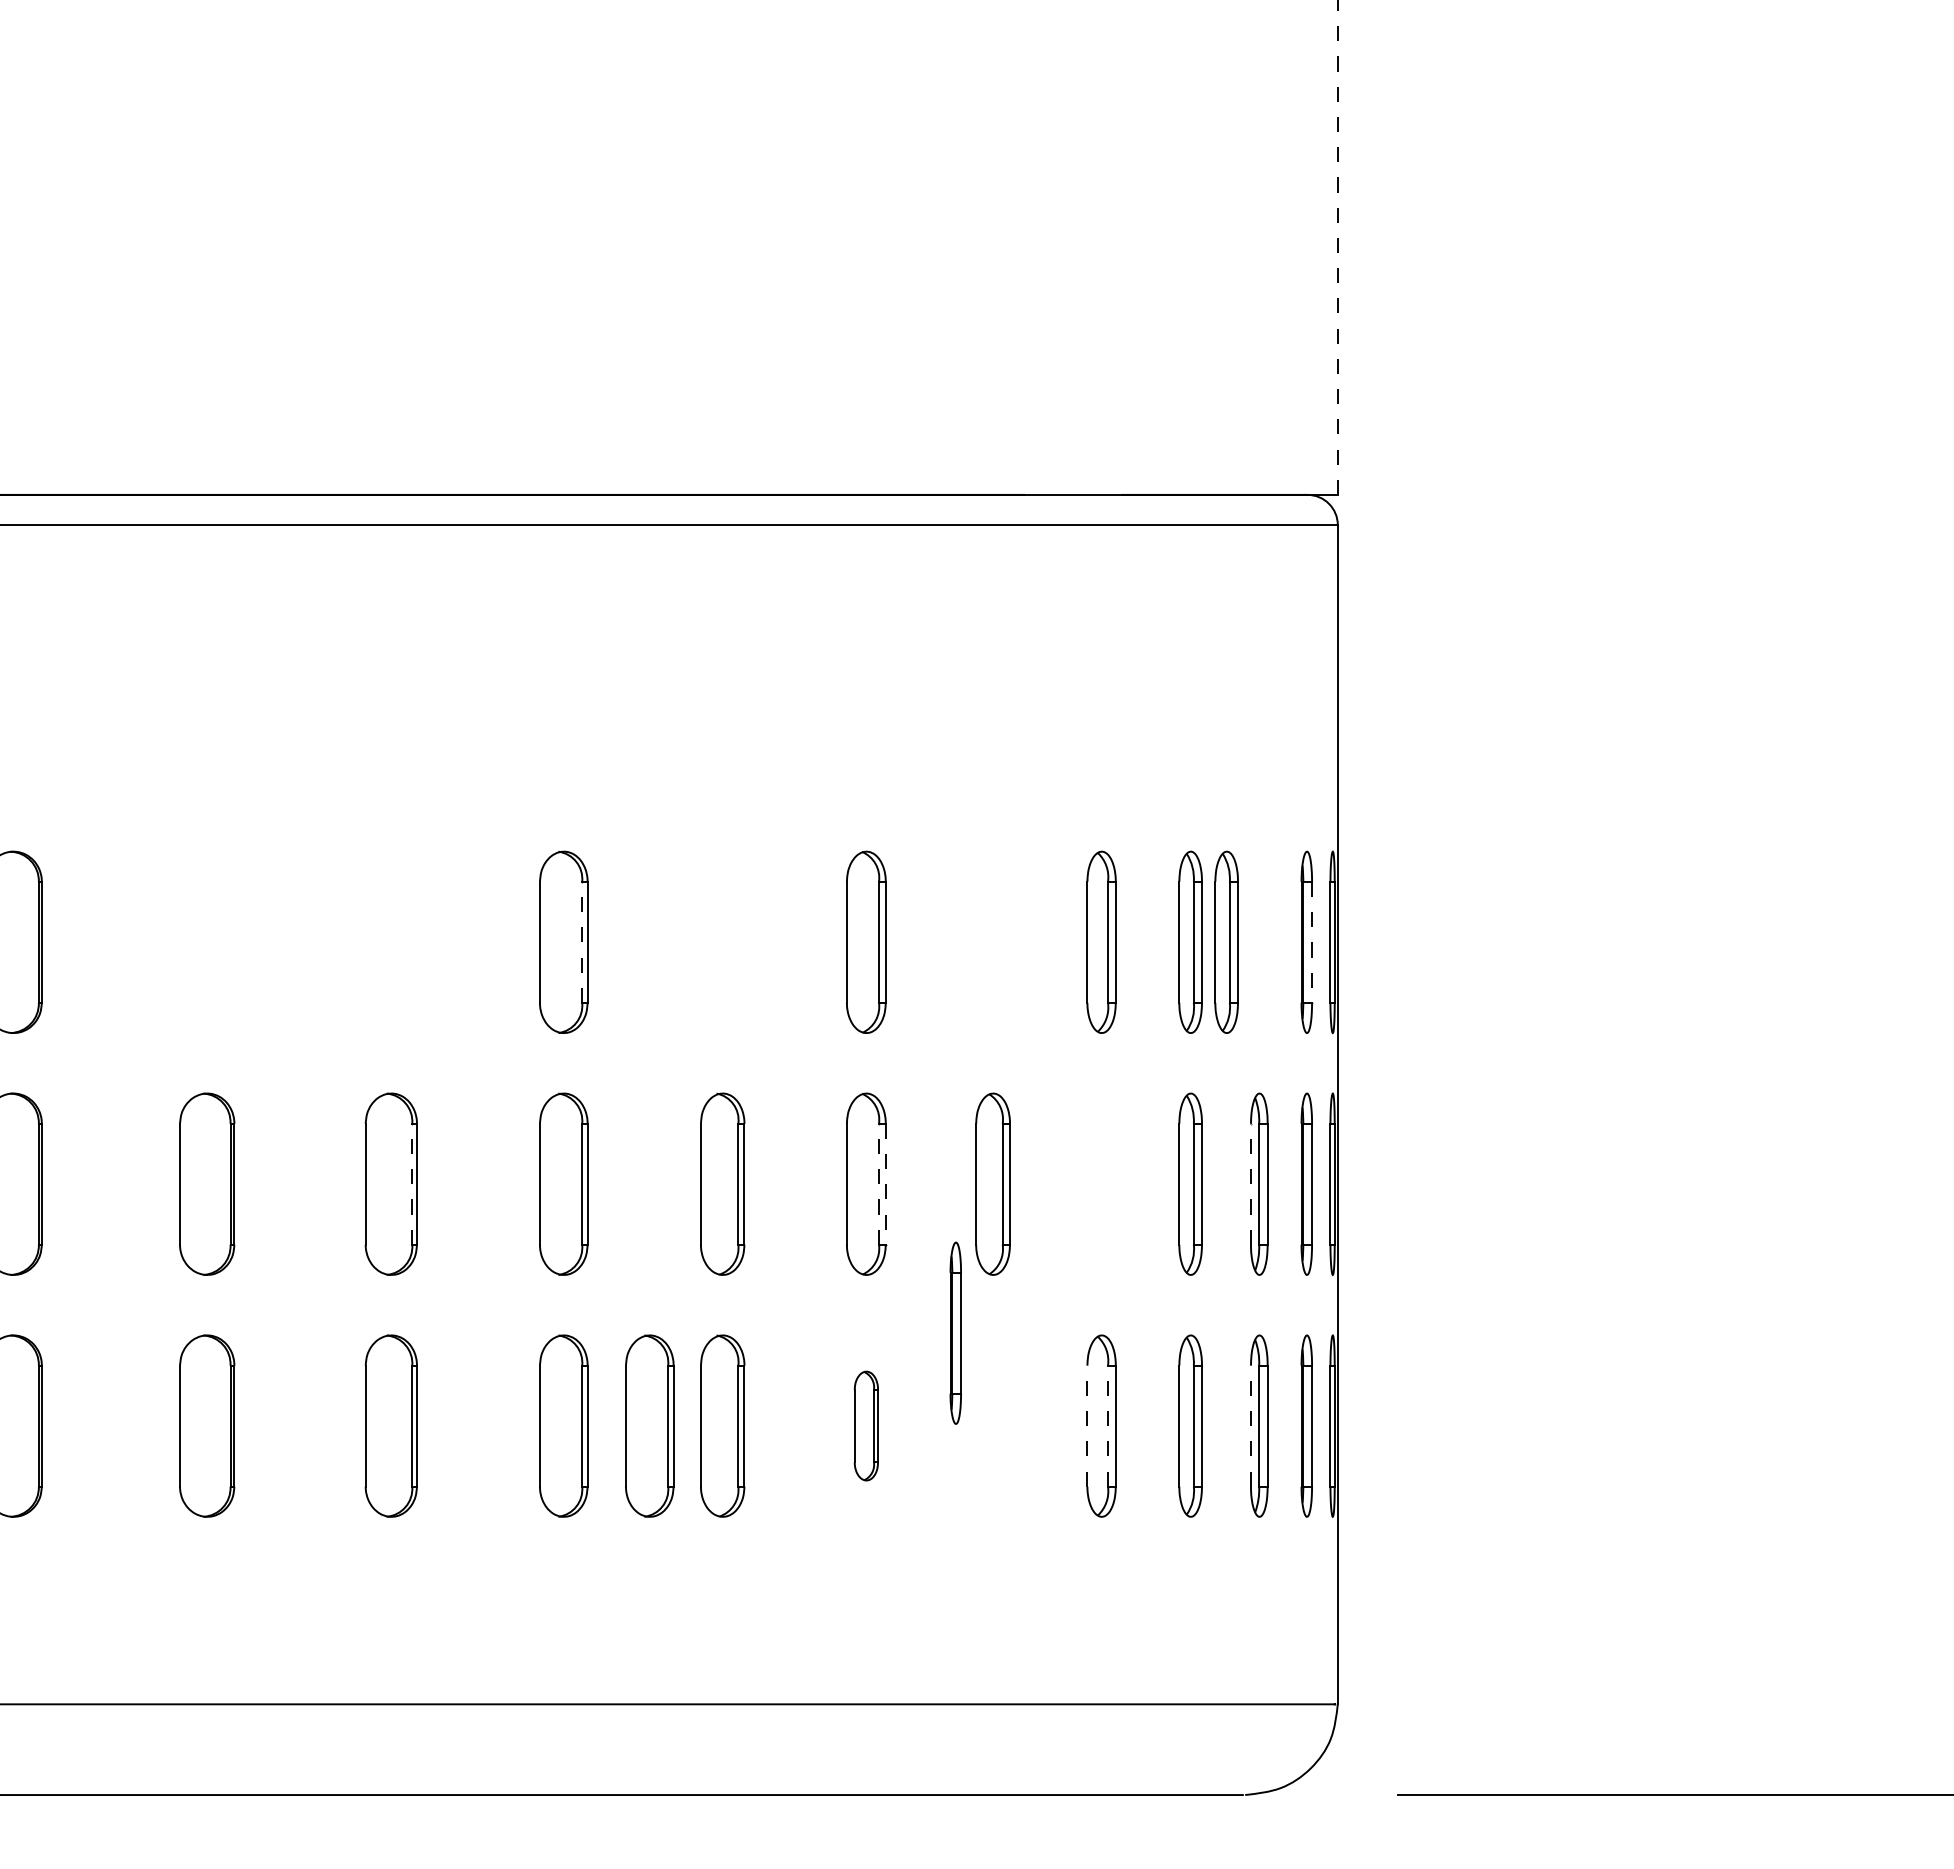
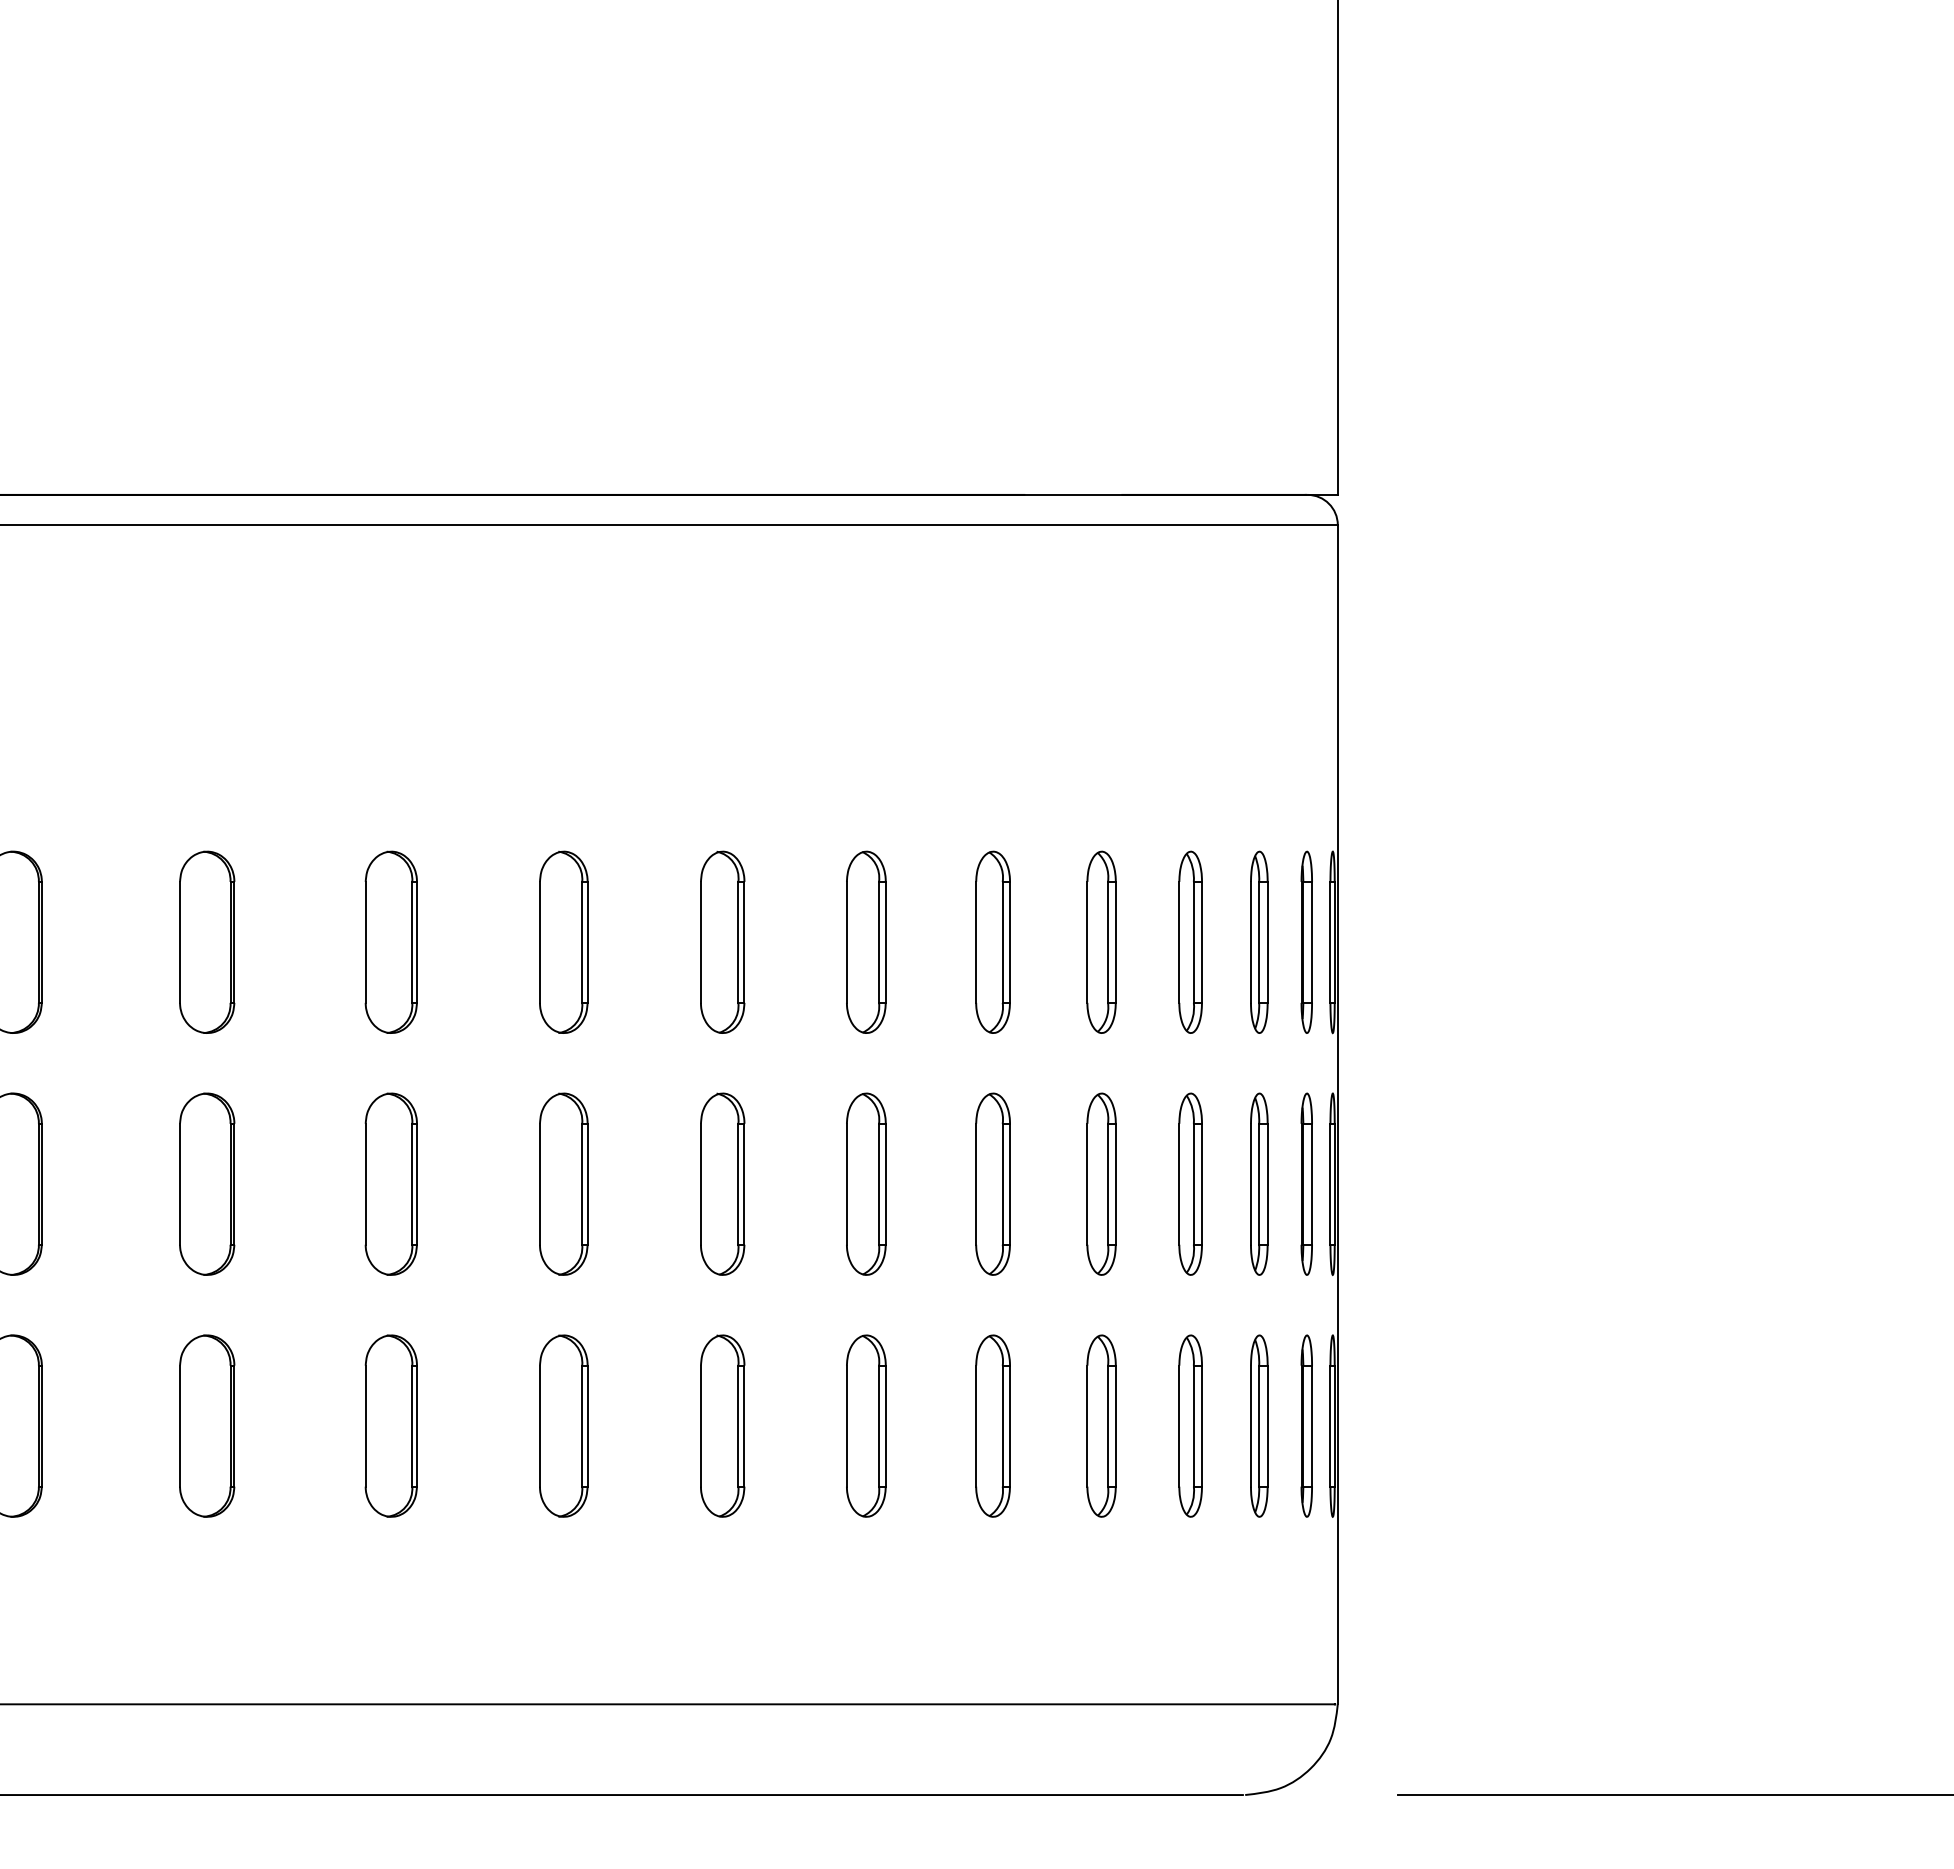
line at (1337, 247): dashed -> solid
part at (207, 941): none -> present
part at (390, 941): none -> present
line at (582, 941): dashed -> solid
part at (722, 941): none -> present
part at (992, 941): none -> present
part at (1226, 941): present -> none
part at (1259, 941): none -> present
line at (1312, 942): dashed -> solid
line at (412, 1183): dashed -> solid
line at (879, 1183): dashed -> solid
part at (1101, 1183): none -> present
line at (1250, 1183): dashed -> solid
line at (885, 1184): dashed -> solid
part at (955, 1332): present -> none
part at (649, 1425): present -> none
part at (865, 1425) size: 26x112 px -> 41x184 px
part at (992, 1425): none -> present
line at (1087, 1425): dashed -> solid
line at (1108, 1425): dashed -> solid
line at (1250, 1425): dashed -> solid
